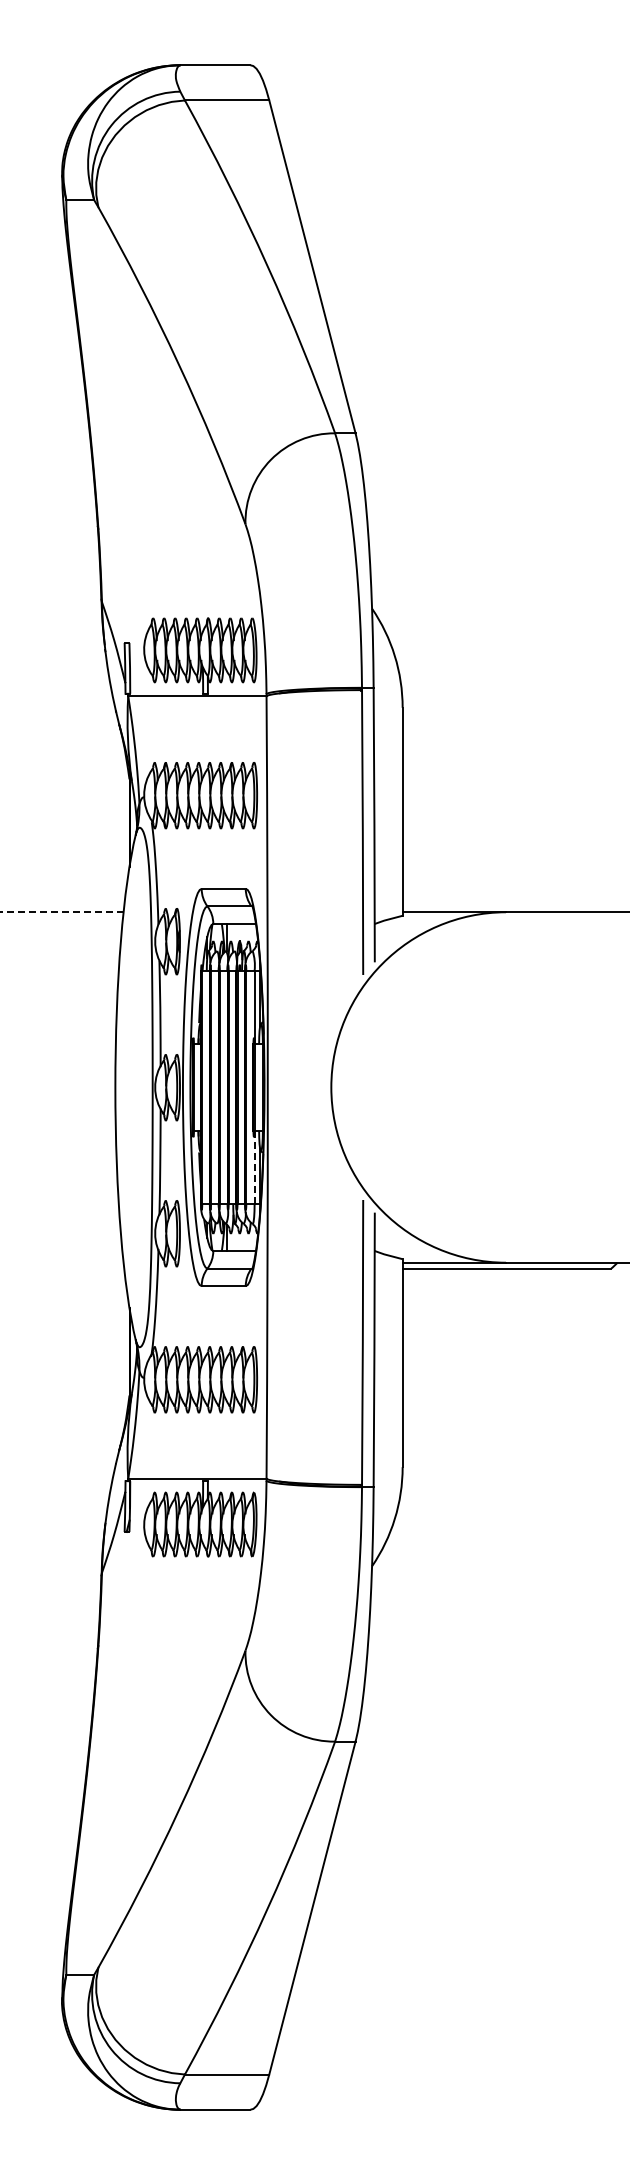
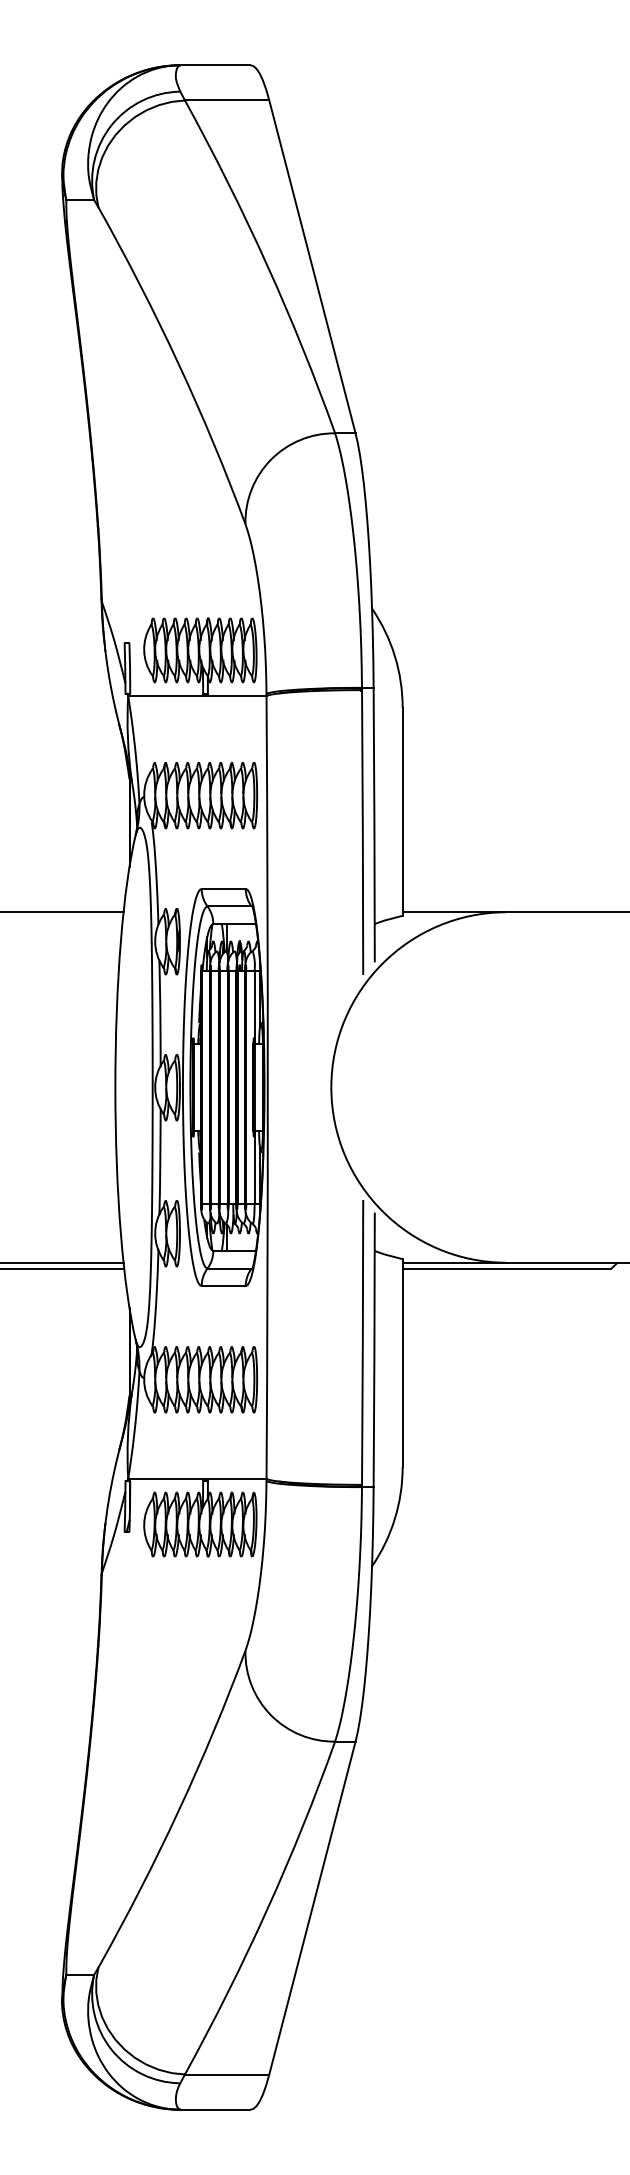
line at (61, 912): dashed -> solid
line at (254, 1167): dashed -> solid
line at (62, 1262): none -> present
line at (63, 1268): none -> present
